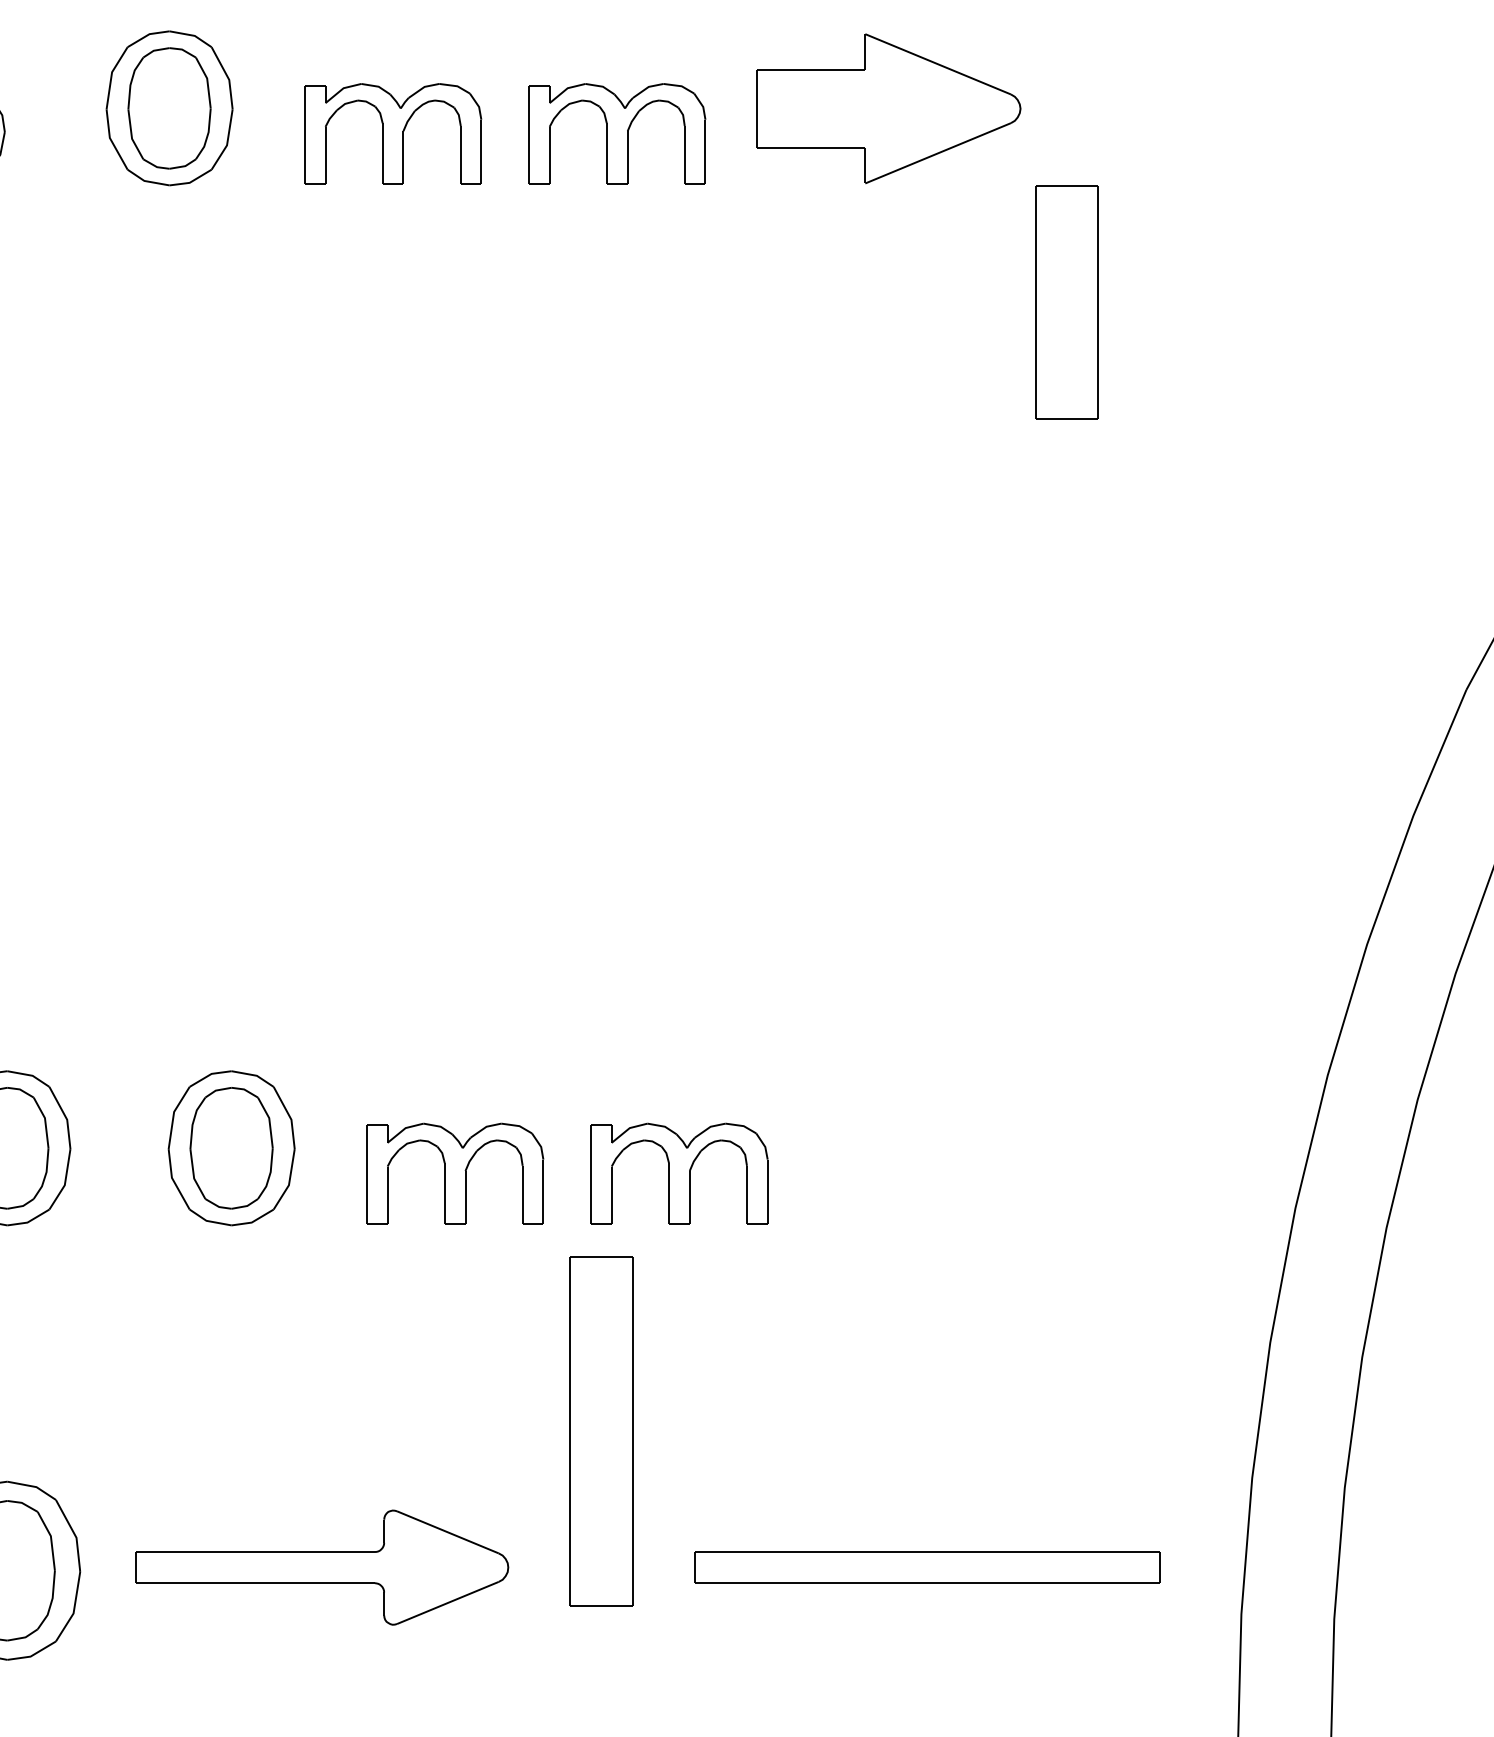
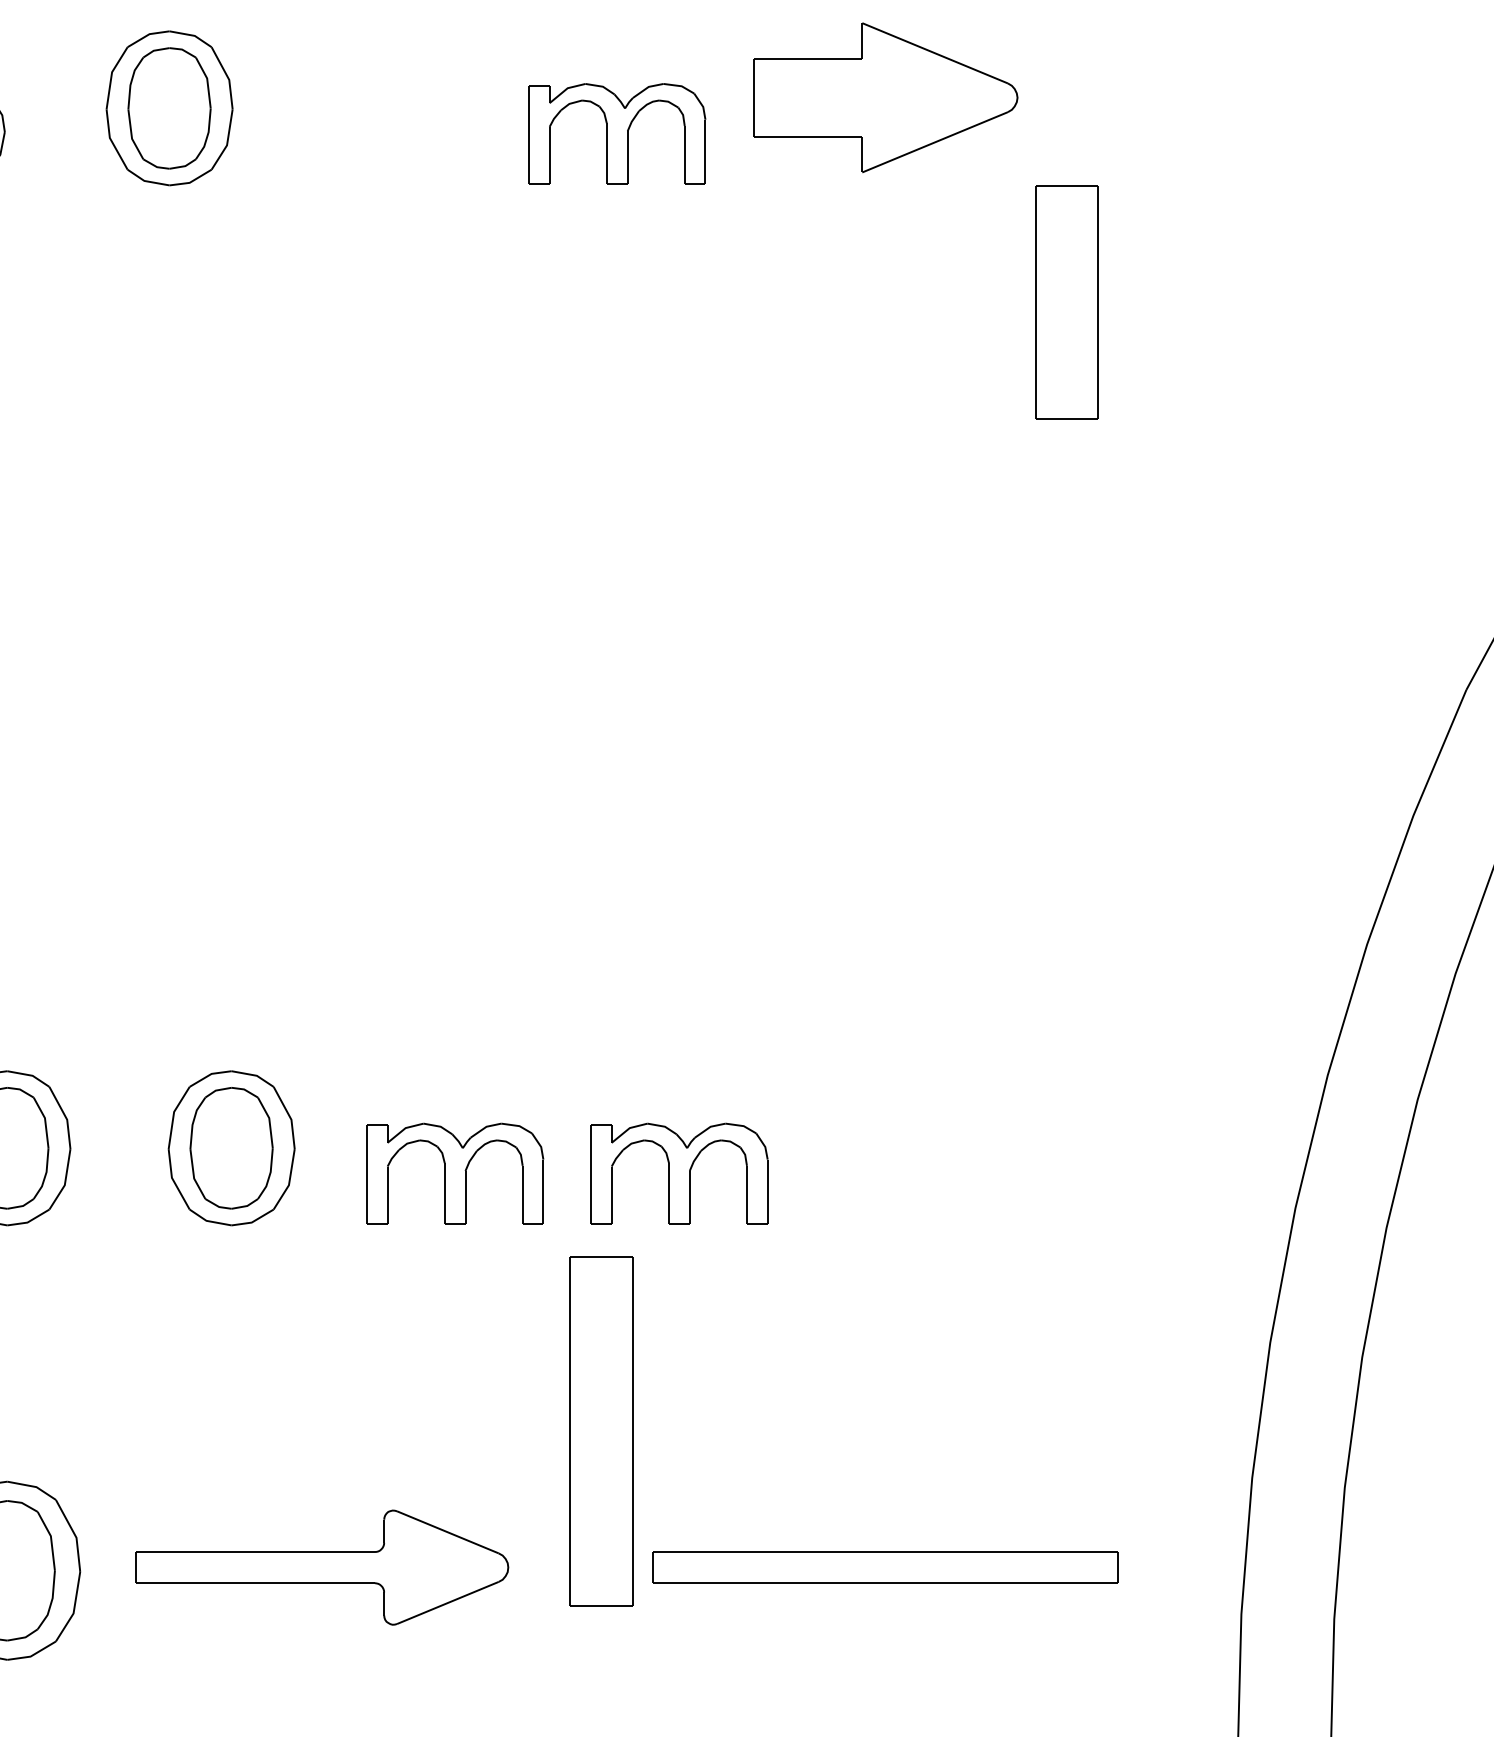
part at (888, 108) position: (888, 108) -> (885, 97)
part at (393, 133): present -> none
part at (927, 1567) position: (927, 1567) -> (885, 1567)
